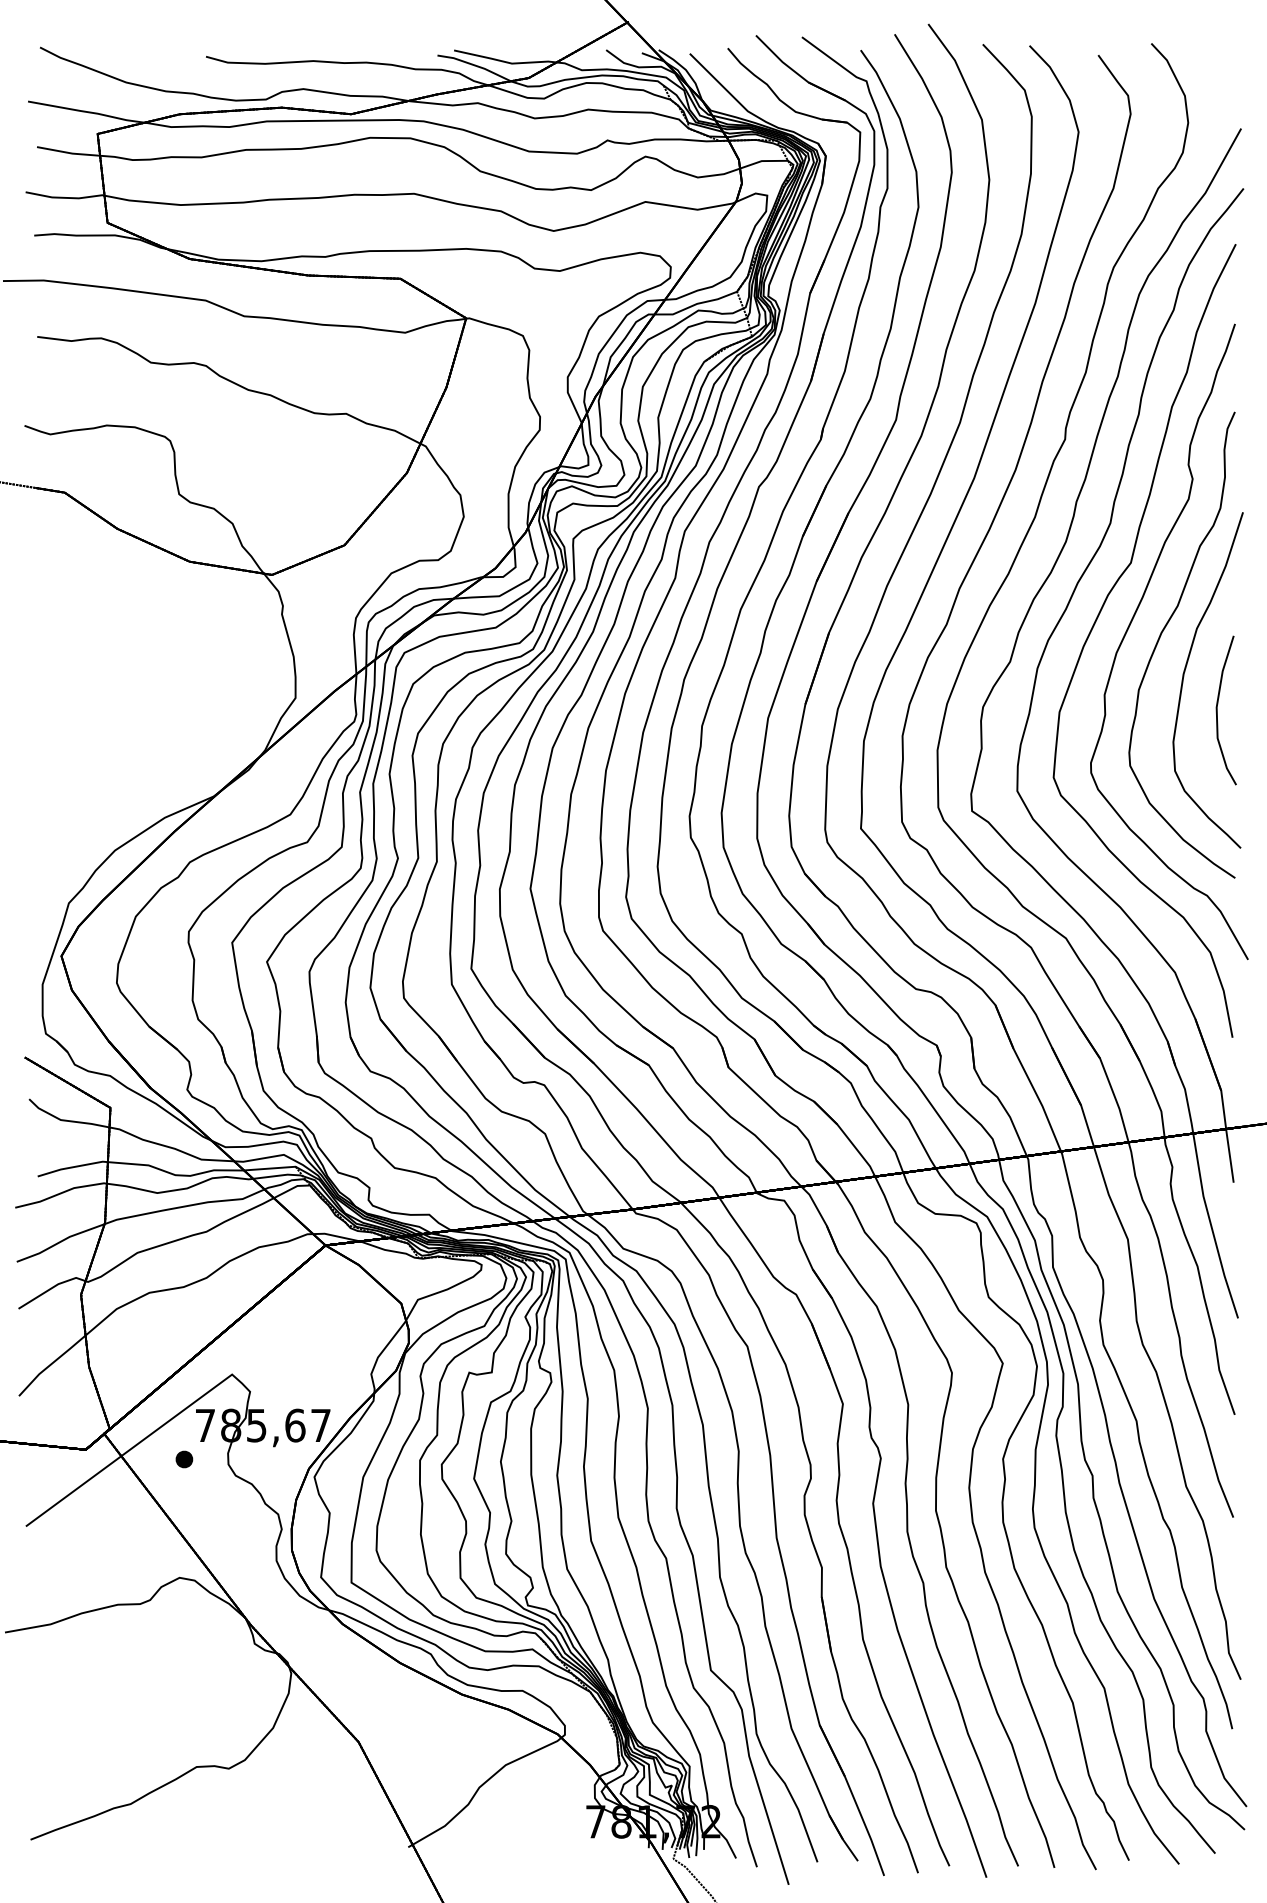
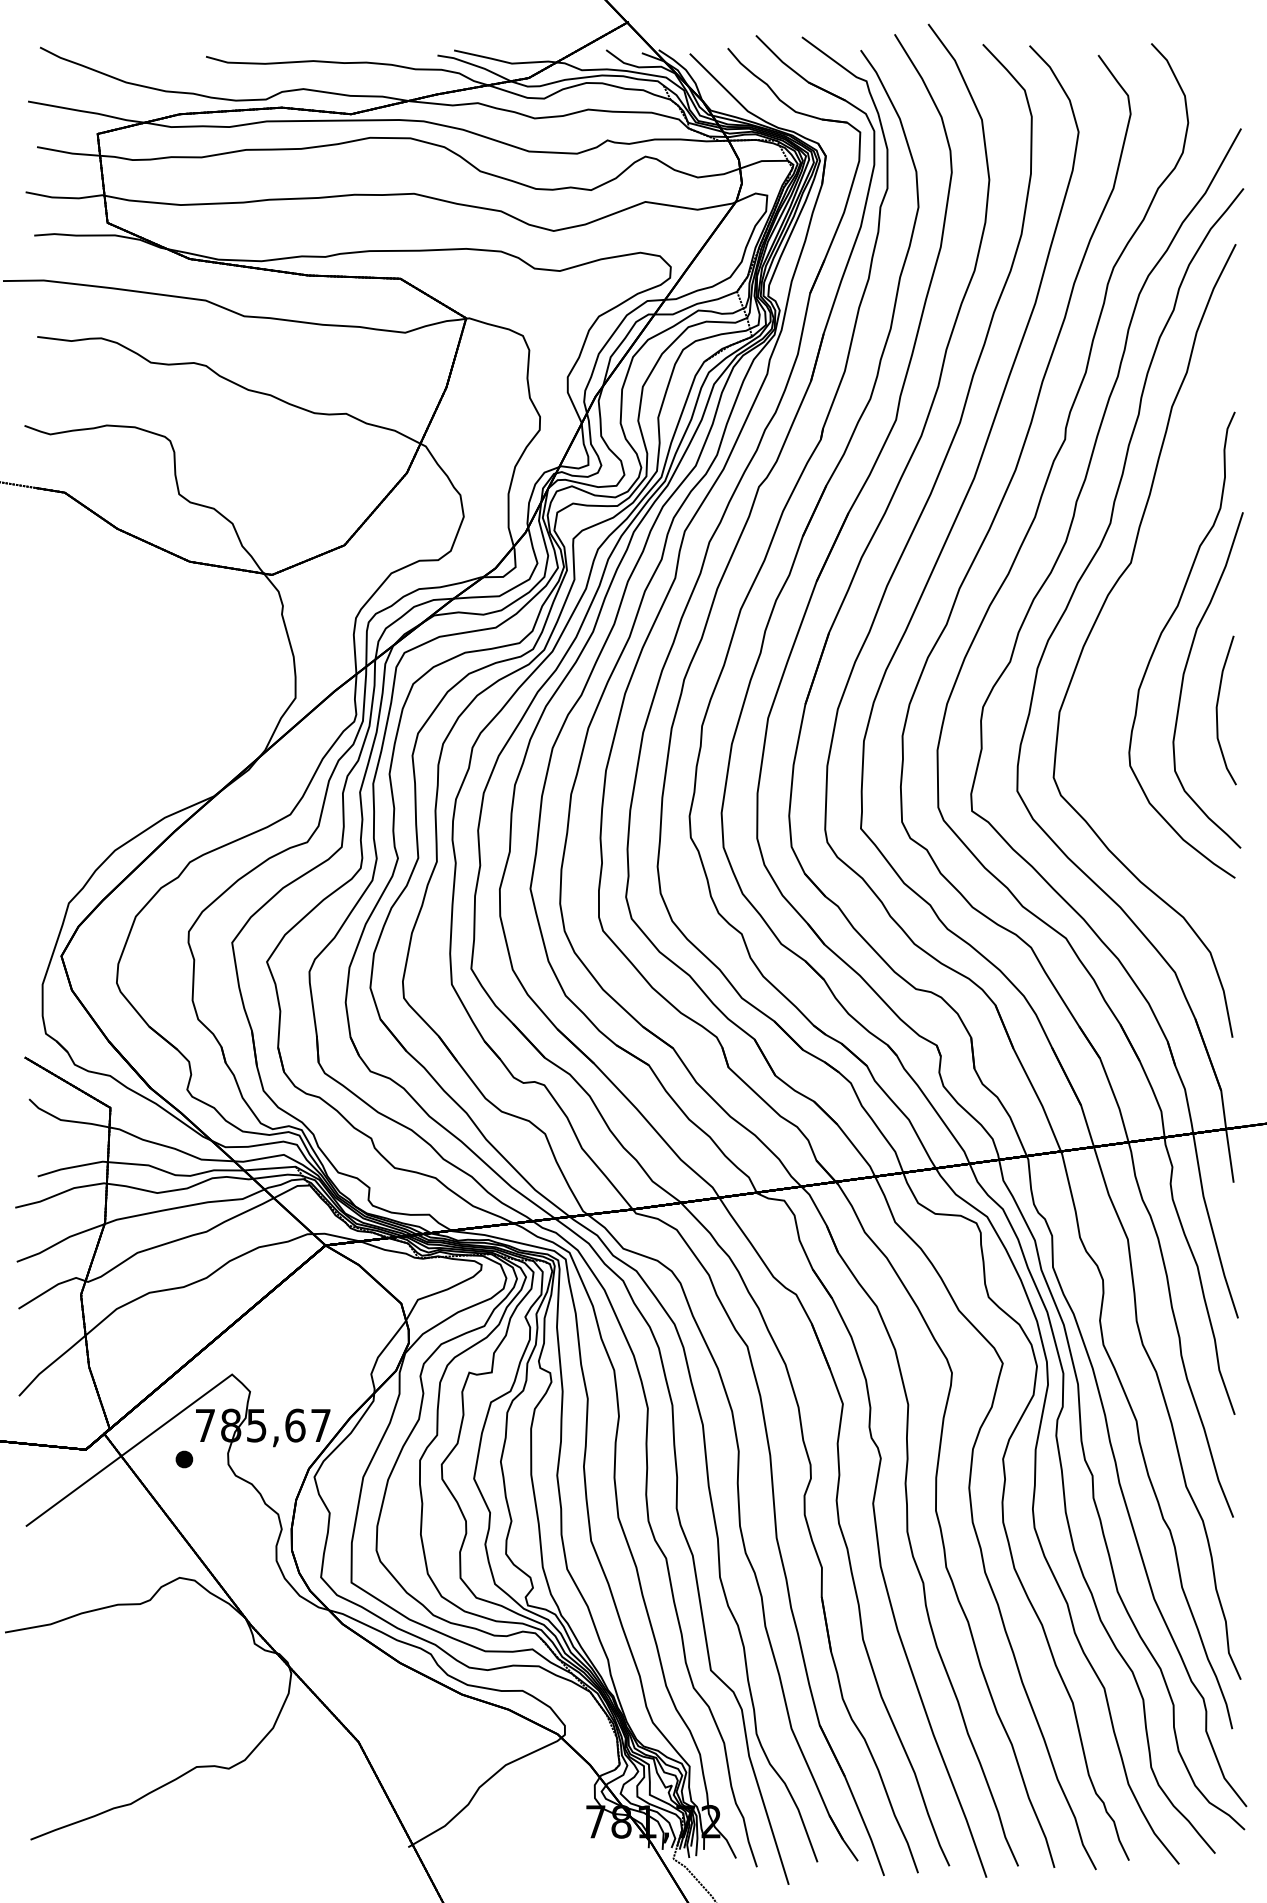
curve at (1131, 623): present -> none
